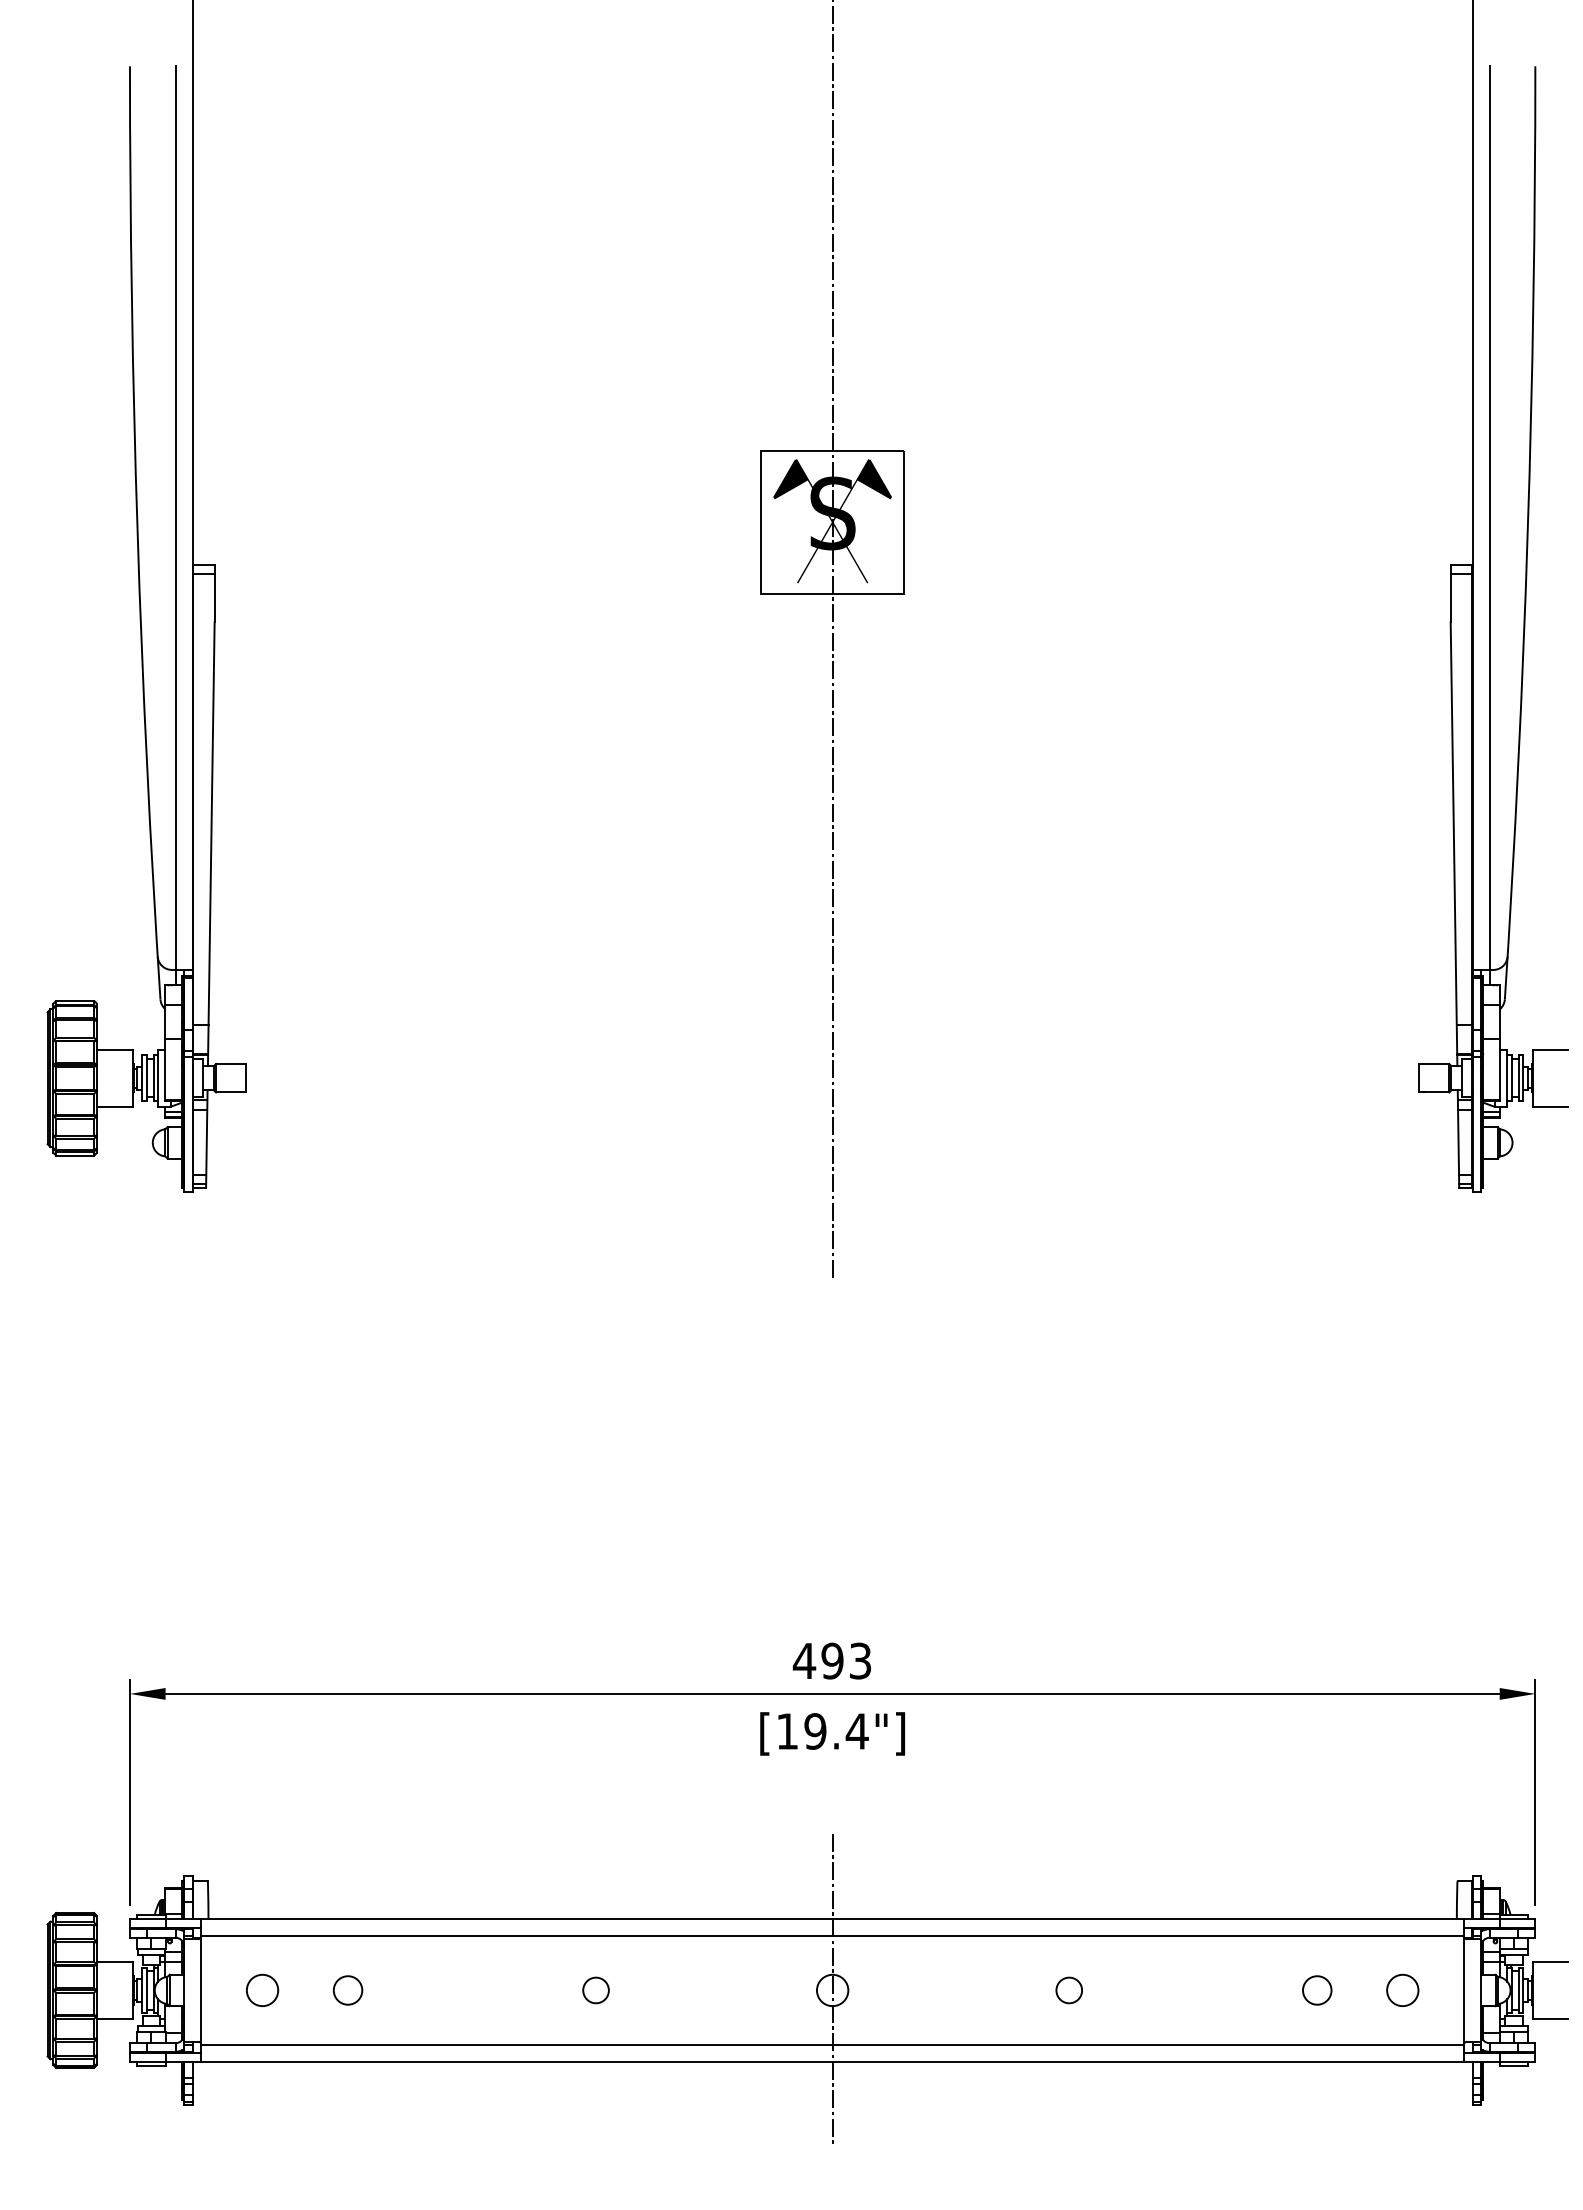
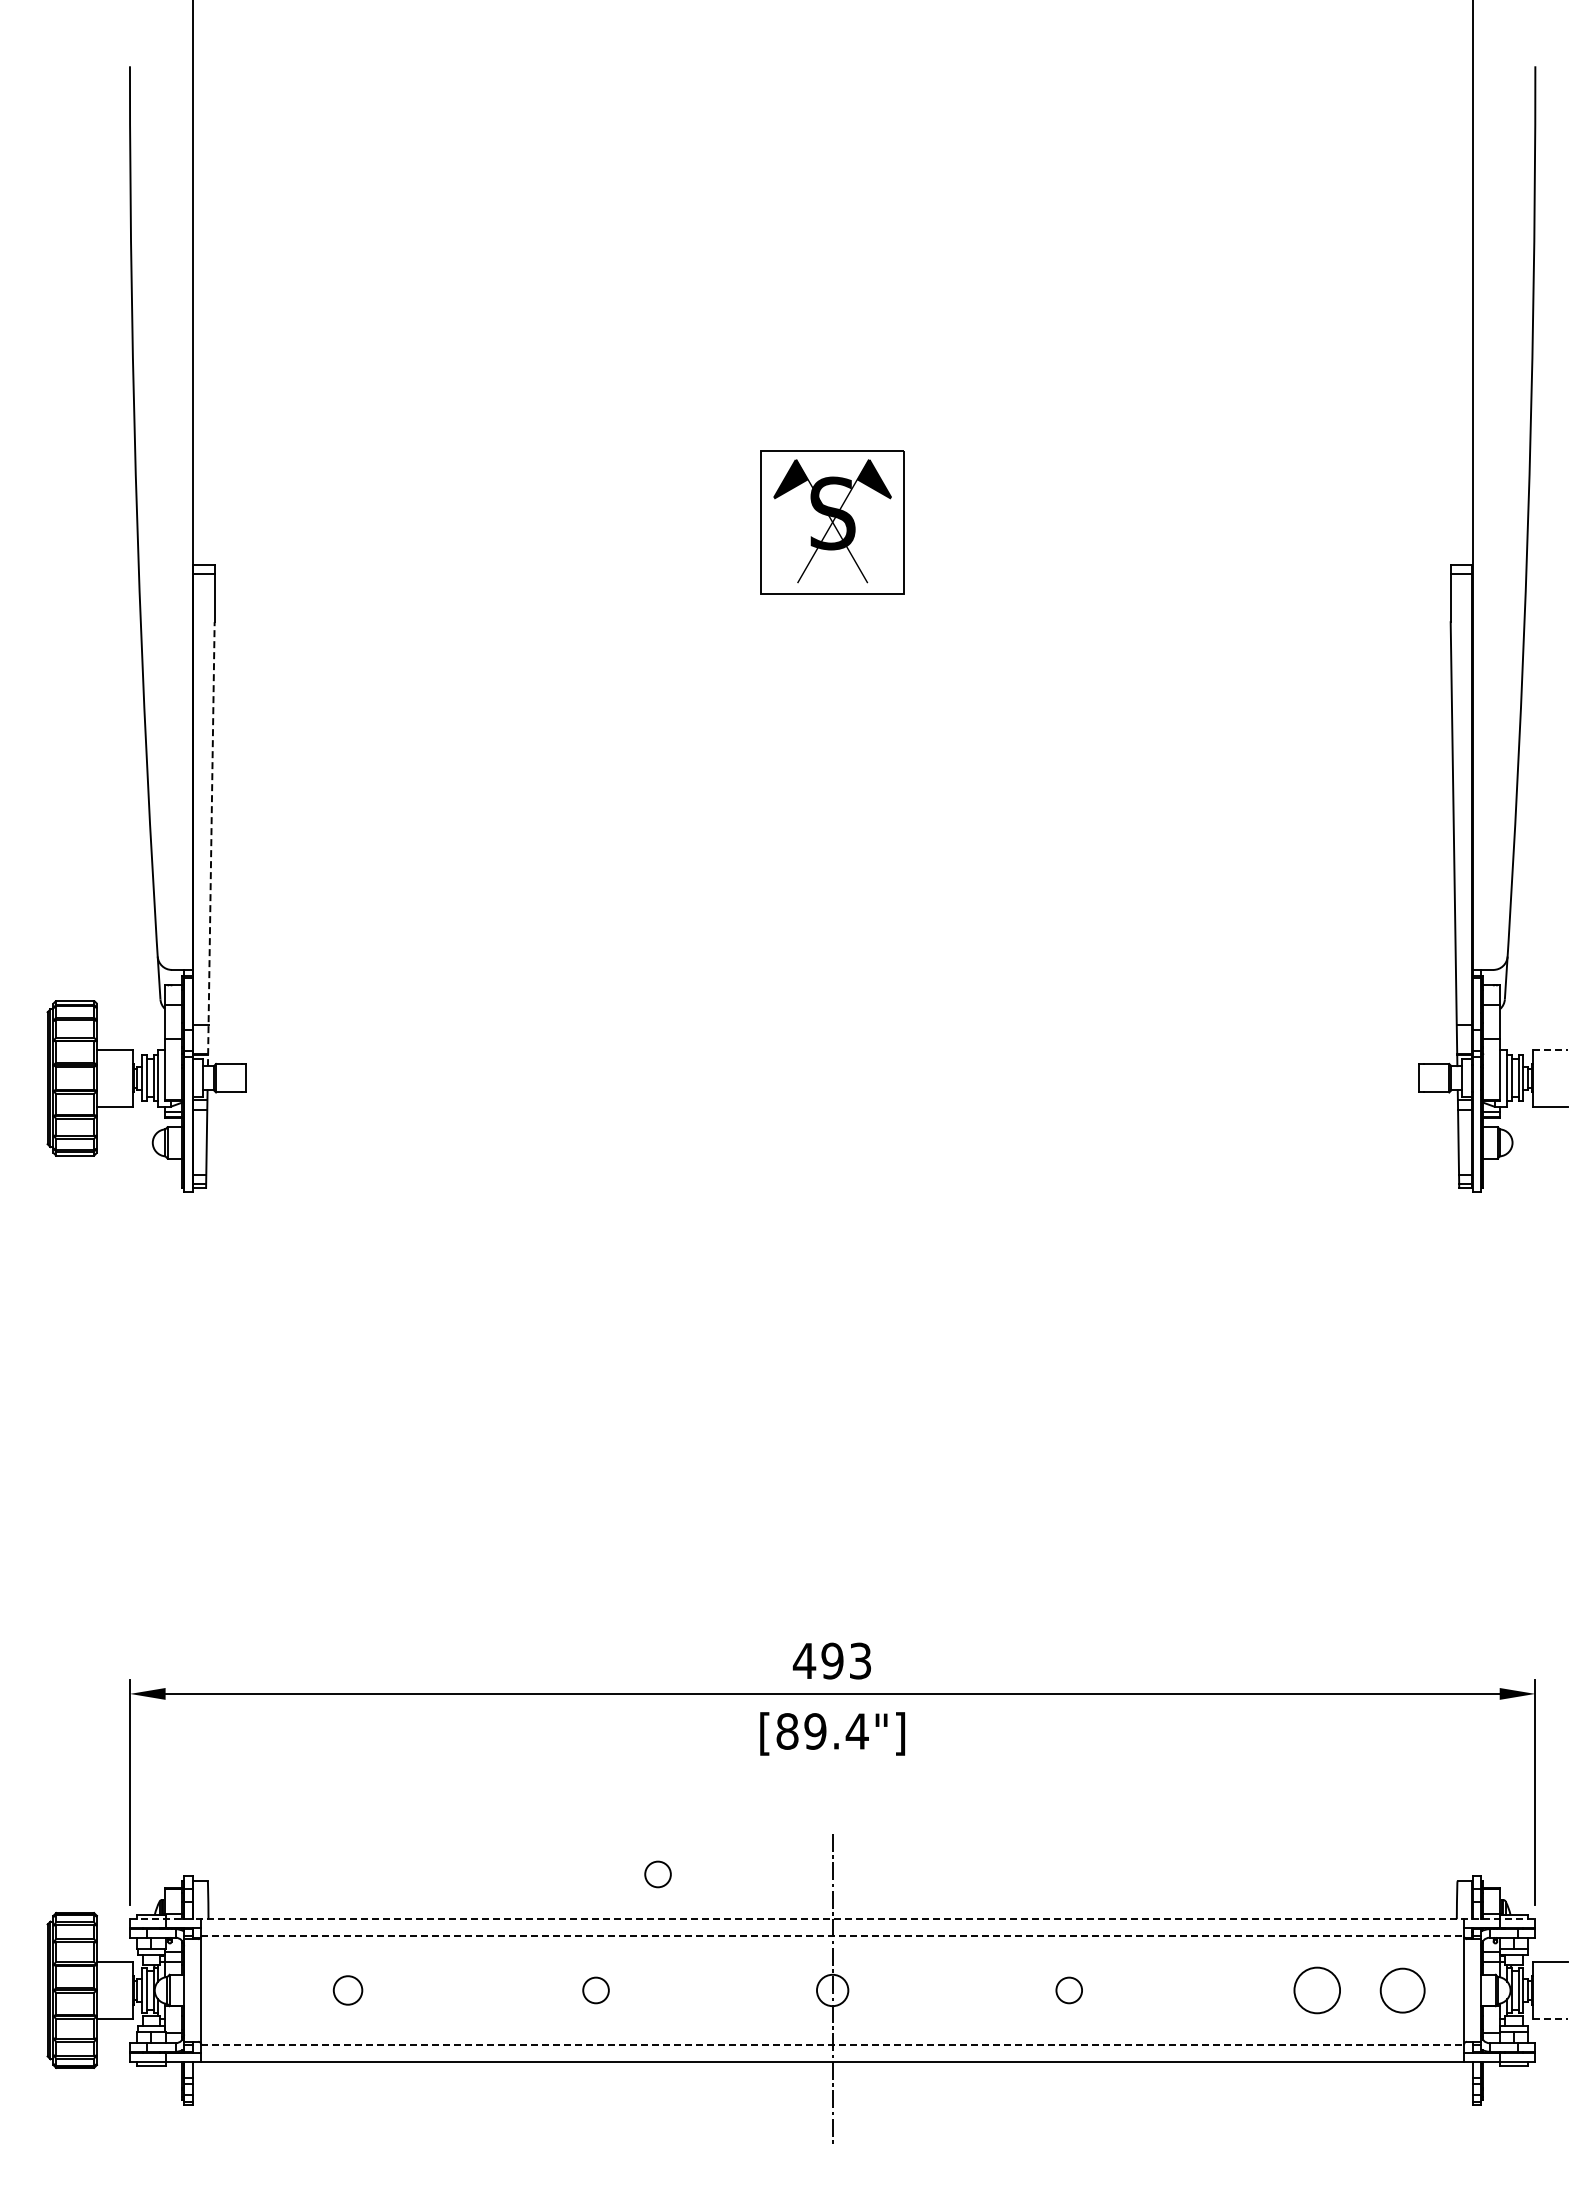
line at (175, 525): present -> none
line at (1489, 525): present -> none
line at (832, 639): present -> none
line at (211, 843): solid -> dashed
line at (1550, 1049): solid -> dashed
text at (787, 1731): [19.4"] -> [89.4"]
circle at (657, 1874): none -> present
line at (832, 1919): solid -> dashed
line at (833, 1936): solid -> dashed
circle at (262, 1989): present -> none
circle at (1402, 1989) size: 34x34 px -> 47x47 px
circle at (1317, 1990) diameter: 29 px -> 46 px
line at (1550, 2019): solid -> dashed
line at (833, 2044): solid -> dashed
